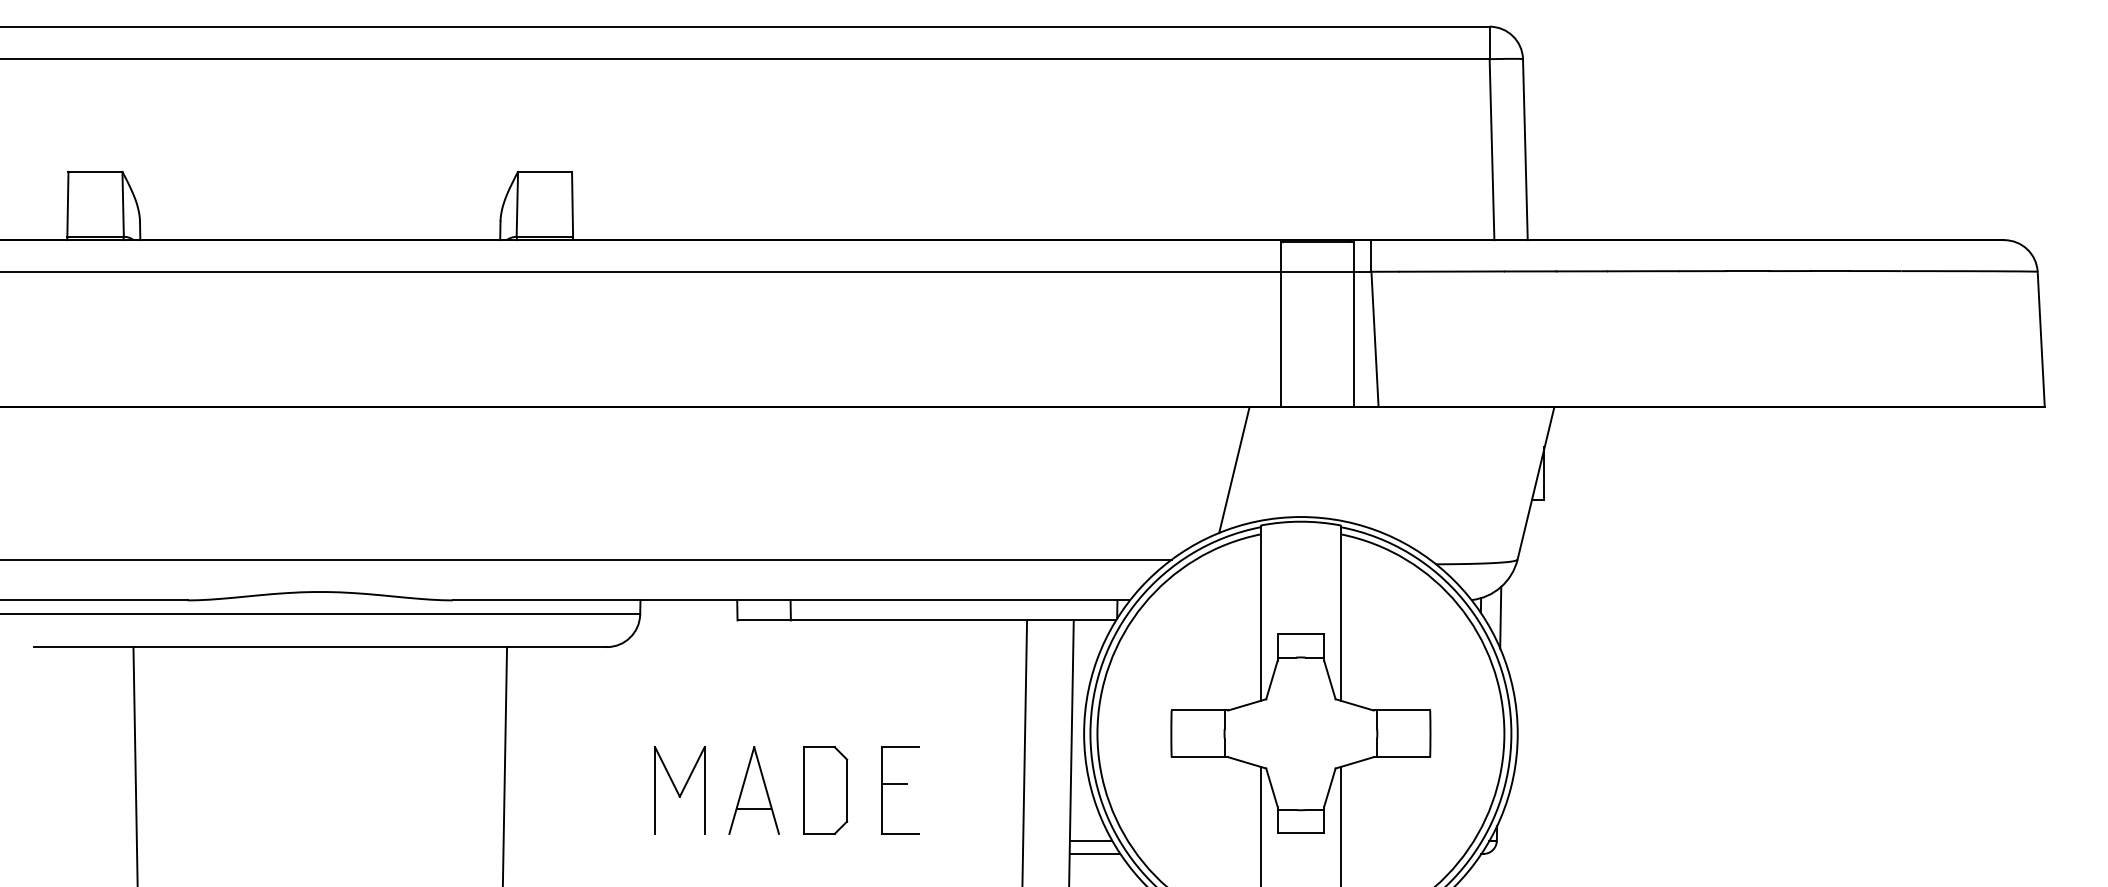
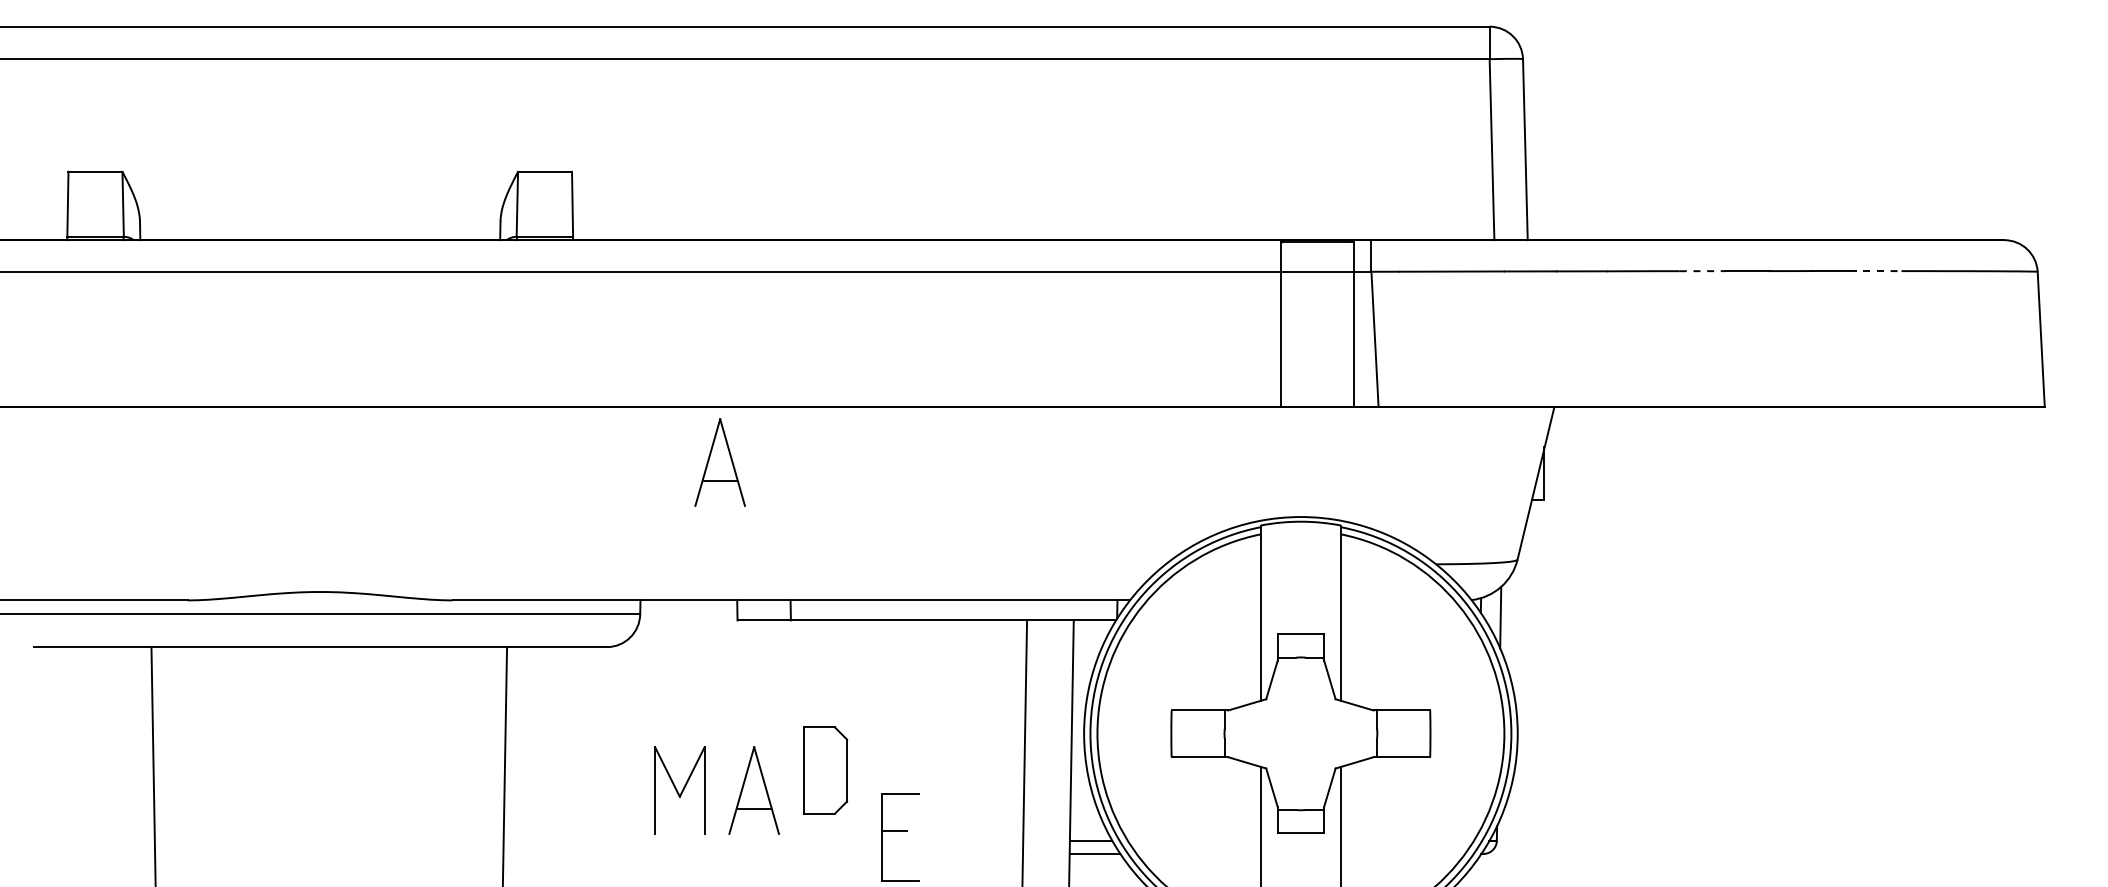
line at (1703, 271): solid -> dashed
line at (1876, 271): solid -> dashed
part at (719, 462): none -> present
line at (1234, 469): present -> none
line at (586, 559): present -> none
line at (135, 765) position: (135, 765) -> (153, 765)
part at (825, 790) position: (825, 790) -> (825, 770)
part at (900, 790) position: (900, 790) -> (900, 837)
